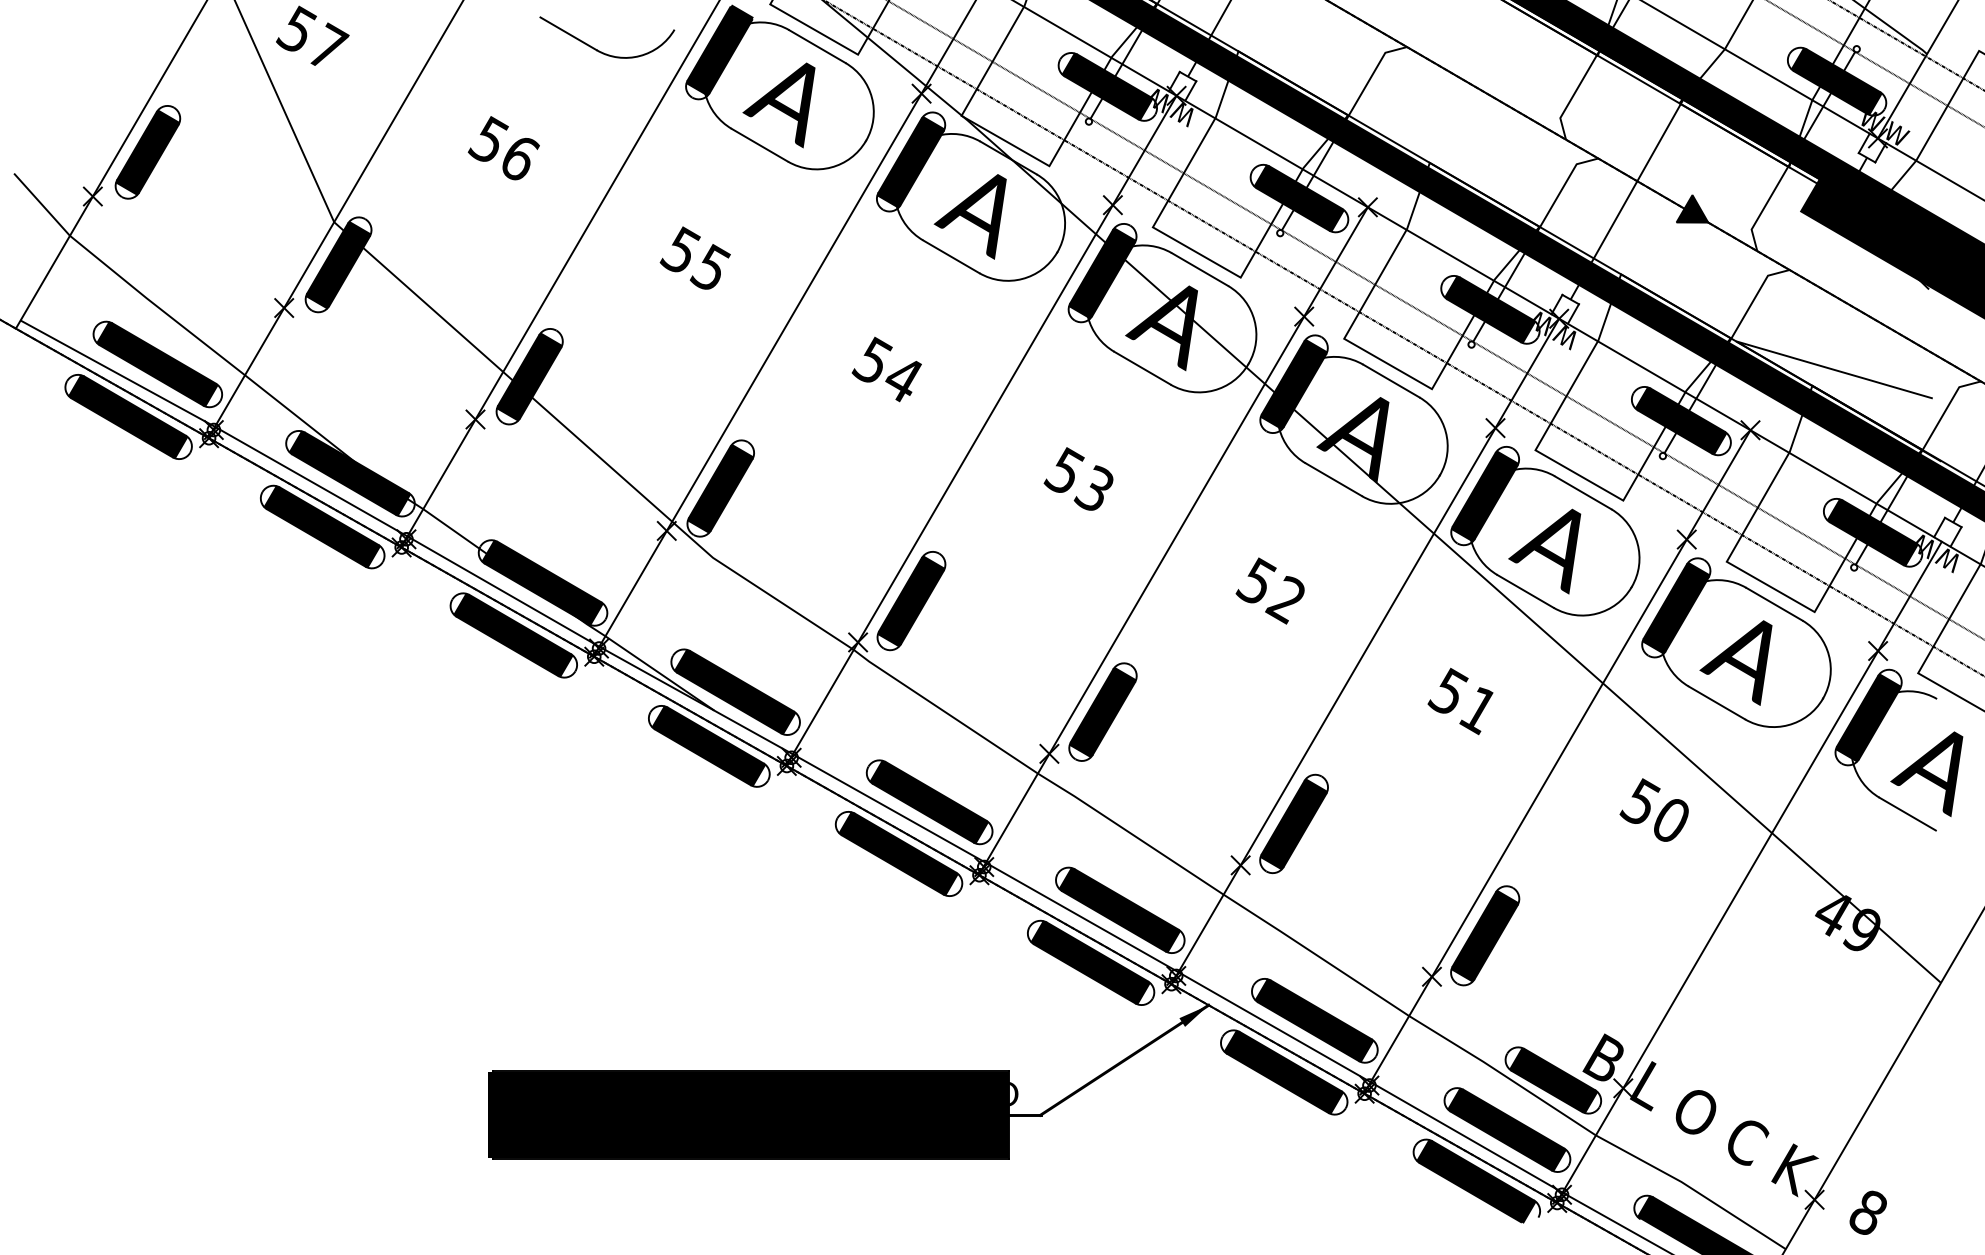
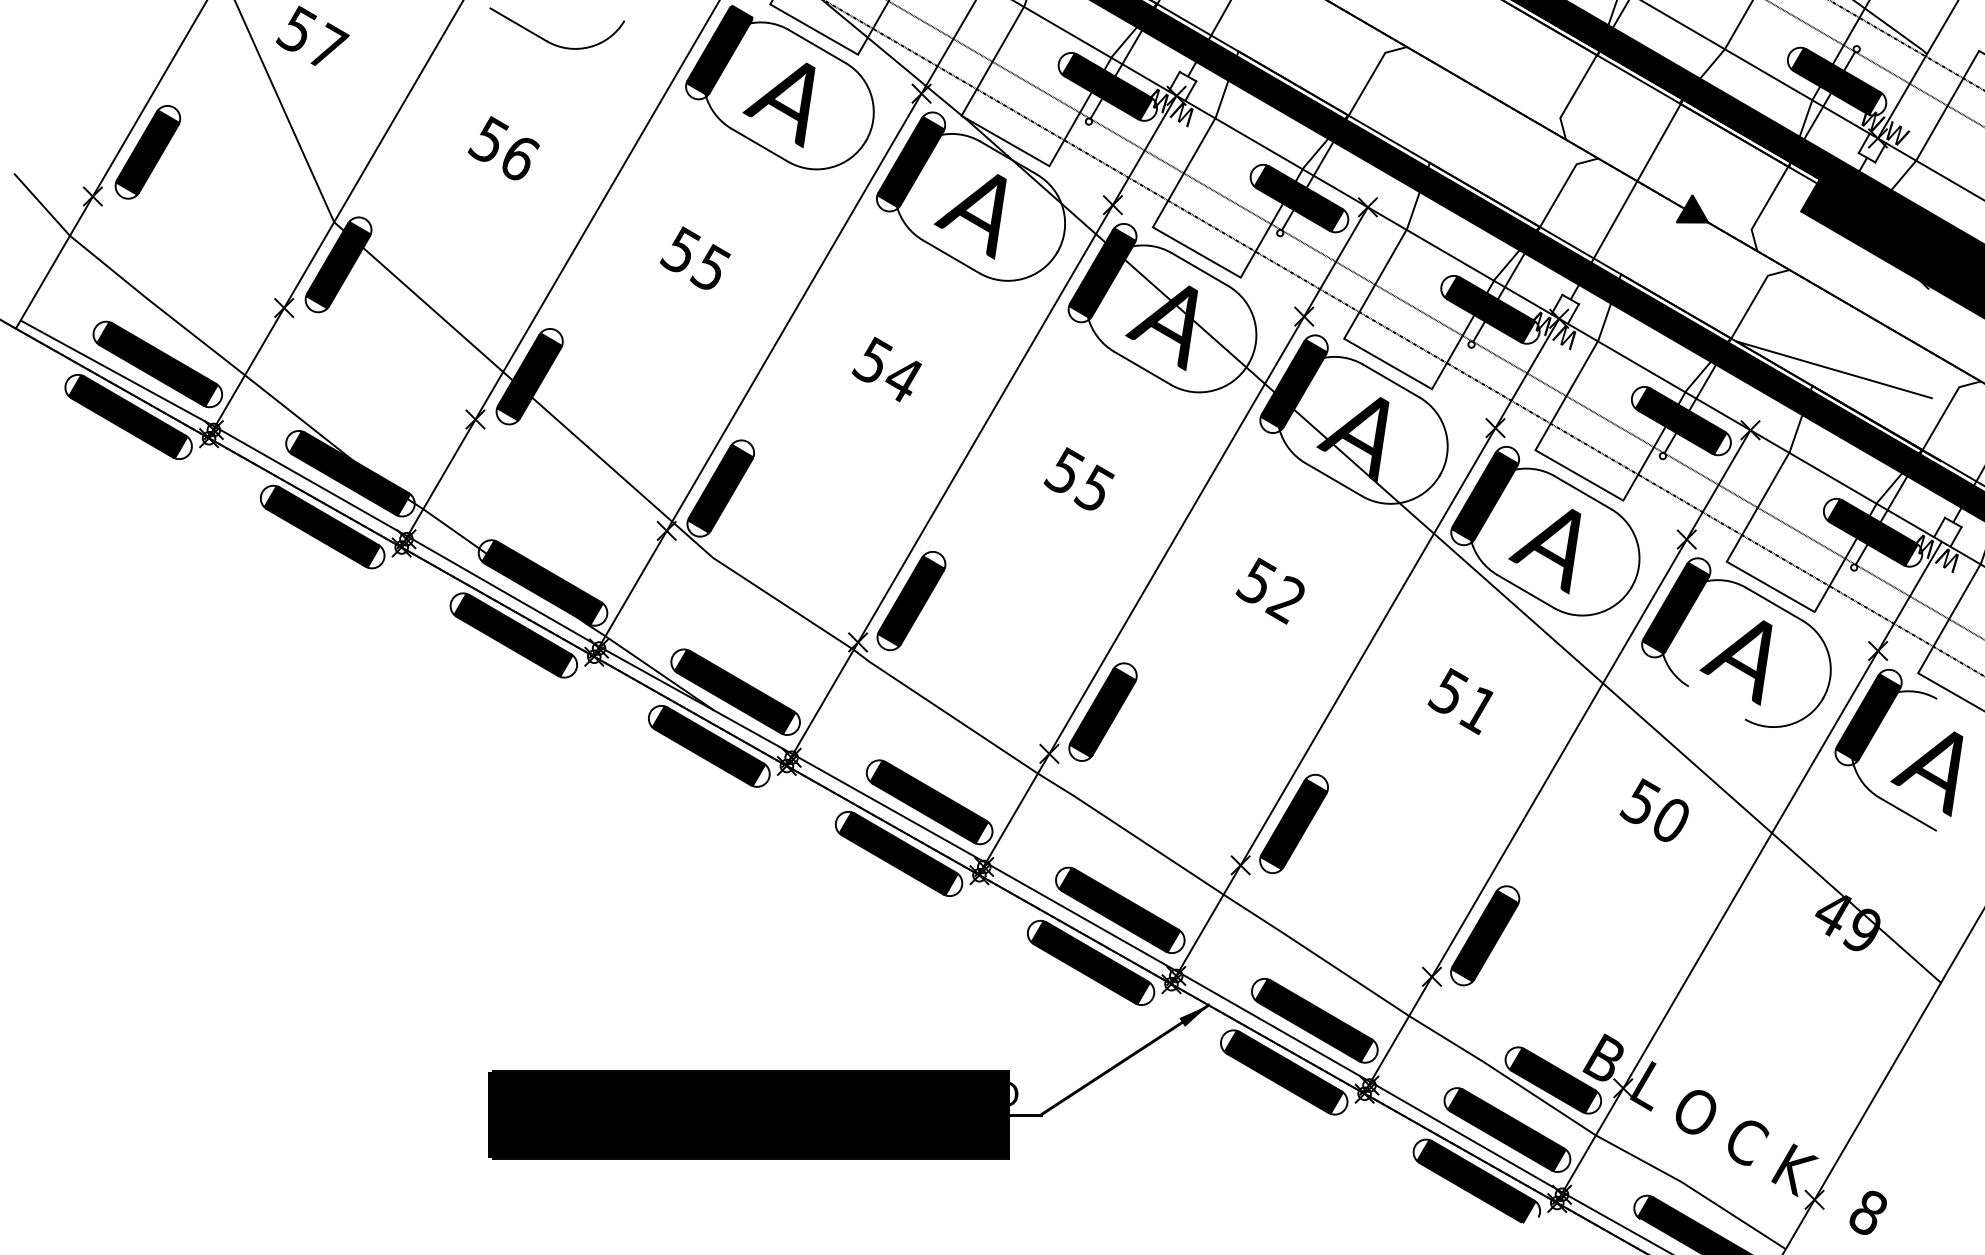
part at (601, 51) position: (601, 51) -> (551, 42)
text at (1094, 487): 53 -> 55
line at (1716, 702): present -> none
